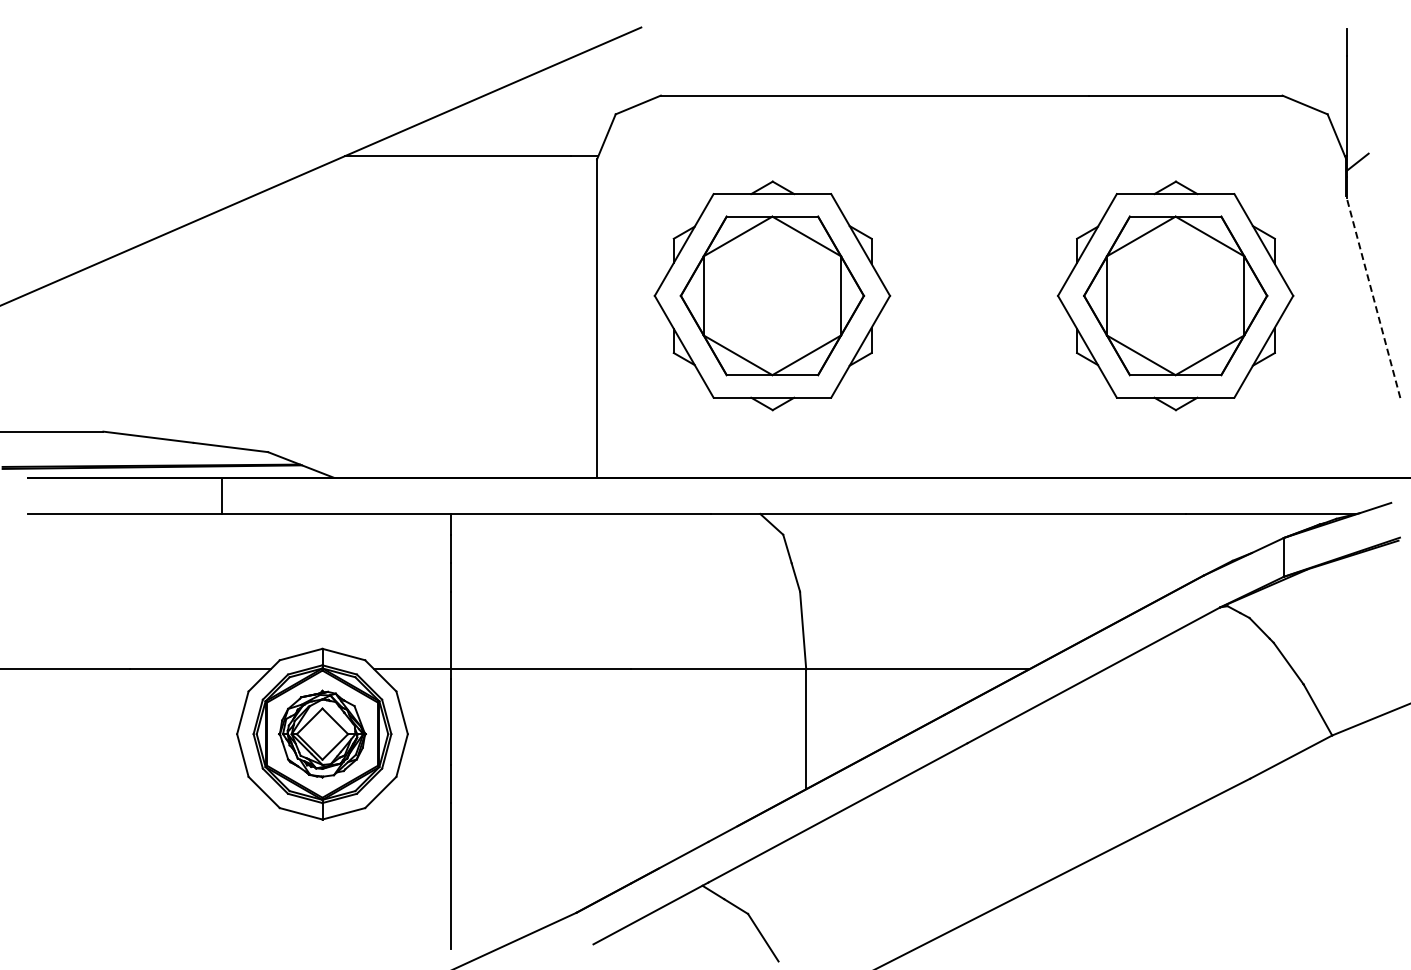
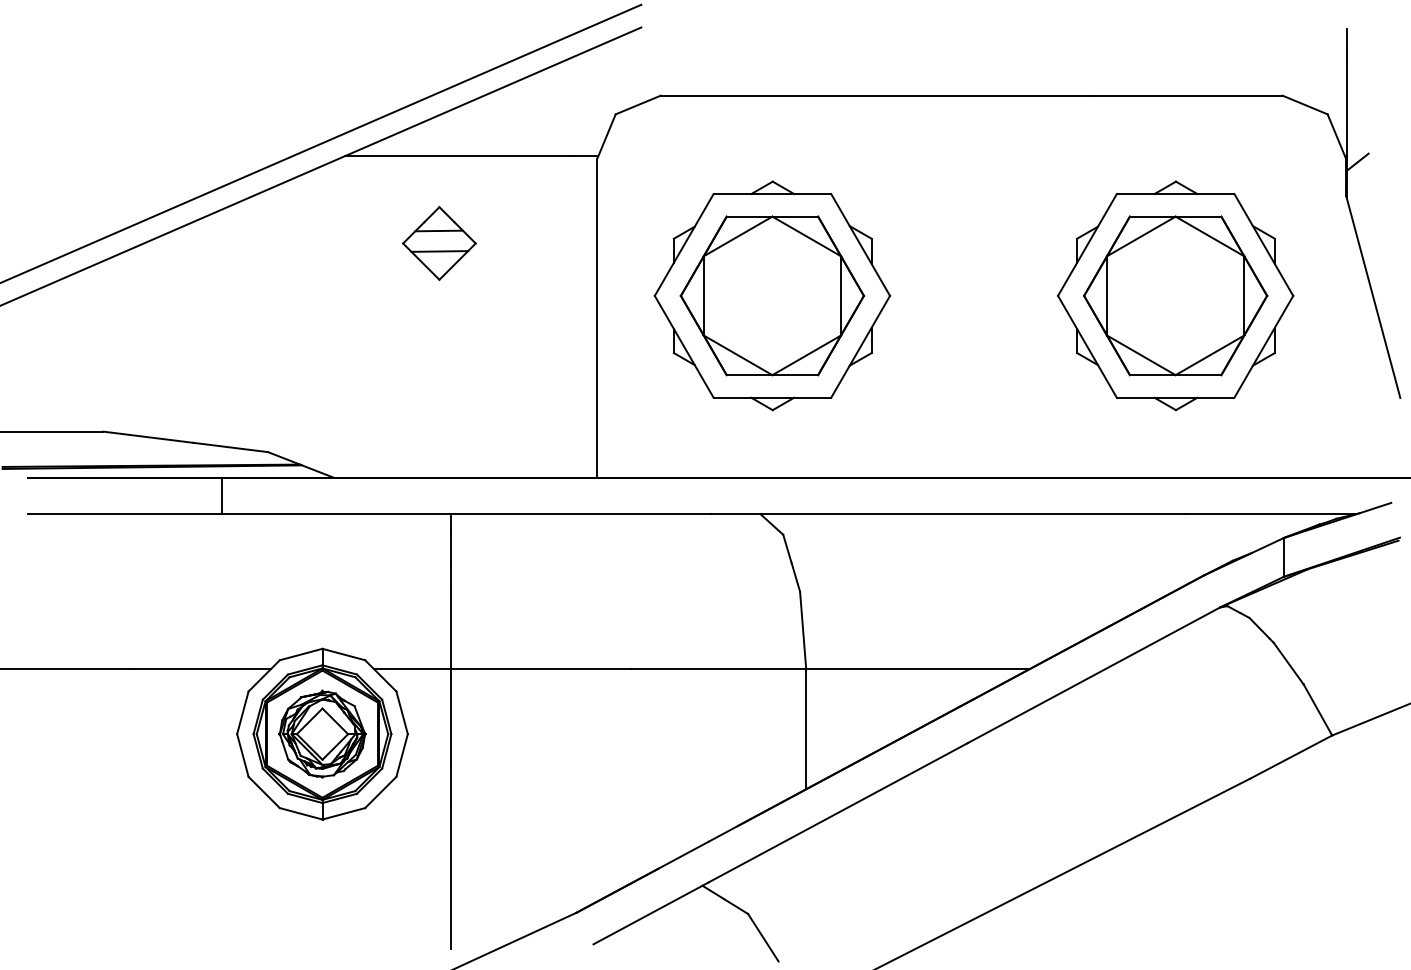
line at (321, 143): none -> present
part at (439, 243): none -> present
line at (1373, 296): dashed -> solid
